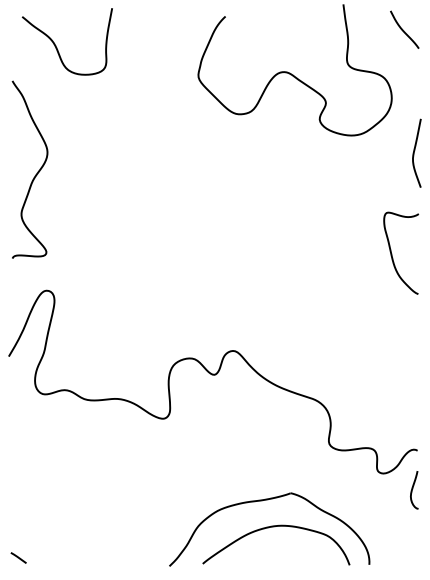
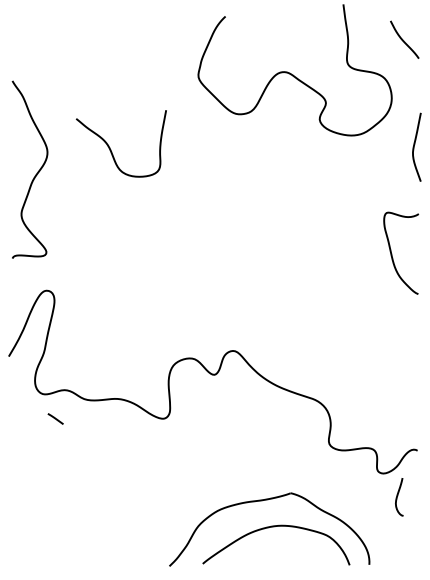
curve at (403, 29) position: (403, 29) -> (403, 39)
curve at (56, 45) position: (56, 45) -> (110, 147)
curve at (414, 152) position: (414, 152) -> (414, 146)
curve at (412, 490) position: (412, 490) -> (397, 497)
line at (18, 557) position: (18, 557) -> (55, 418)
